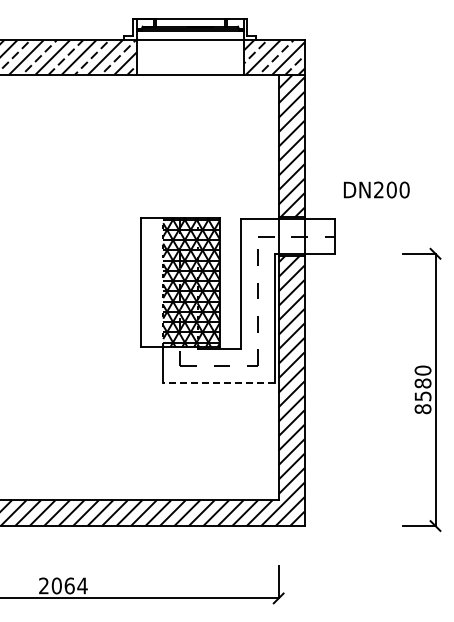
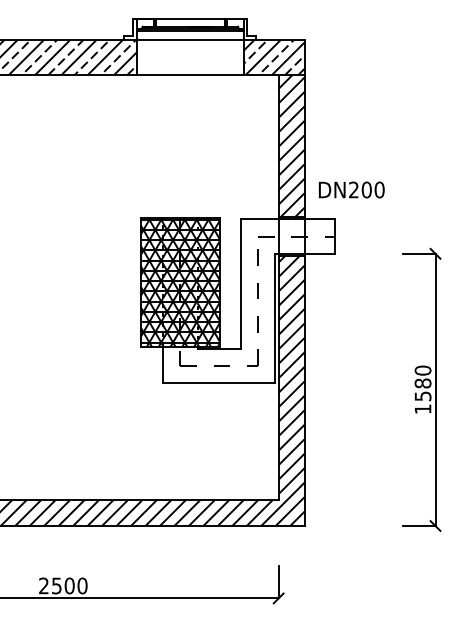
text at (376, 189) position: (376, 189) -> (351, 189)
hatch at (152, 281): none -> present
line at (219, 383): dashed -> solid
text at (422, 409): 8580 -> 1580
text at (69, 585): 2064 -> 2500
